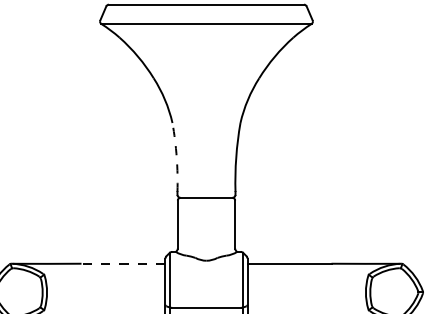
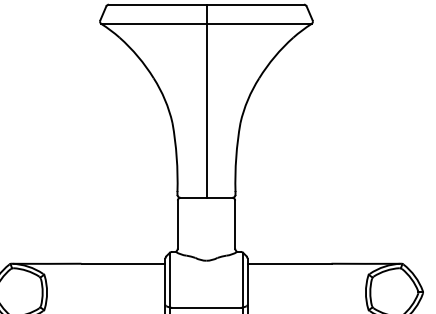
line at (206, 100): none -> present
arc at (176, 157): dashed -> solid
line at (123, 263): dashed -> solid
